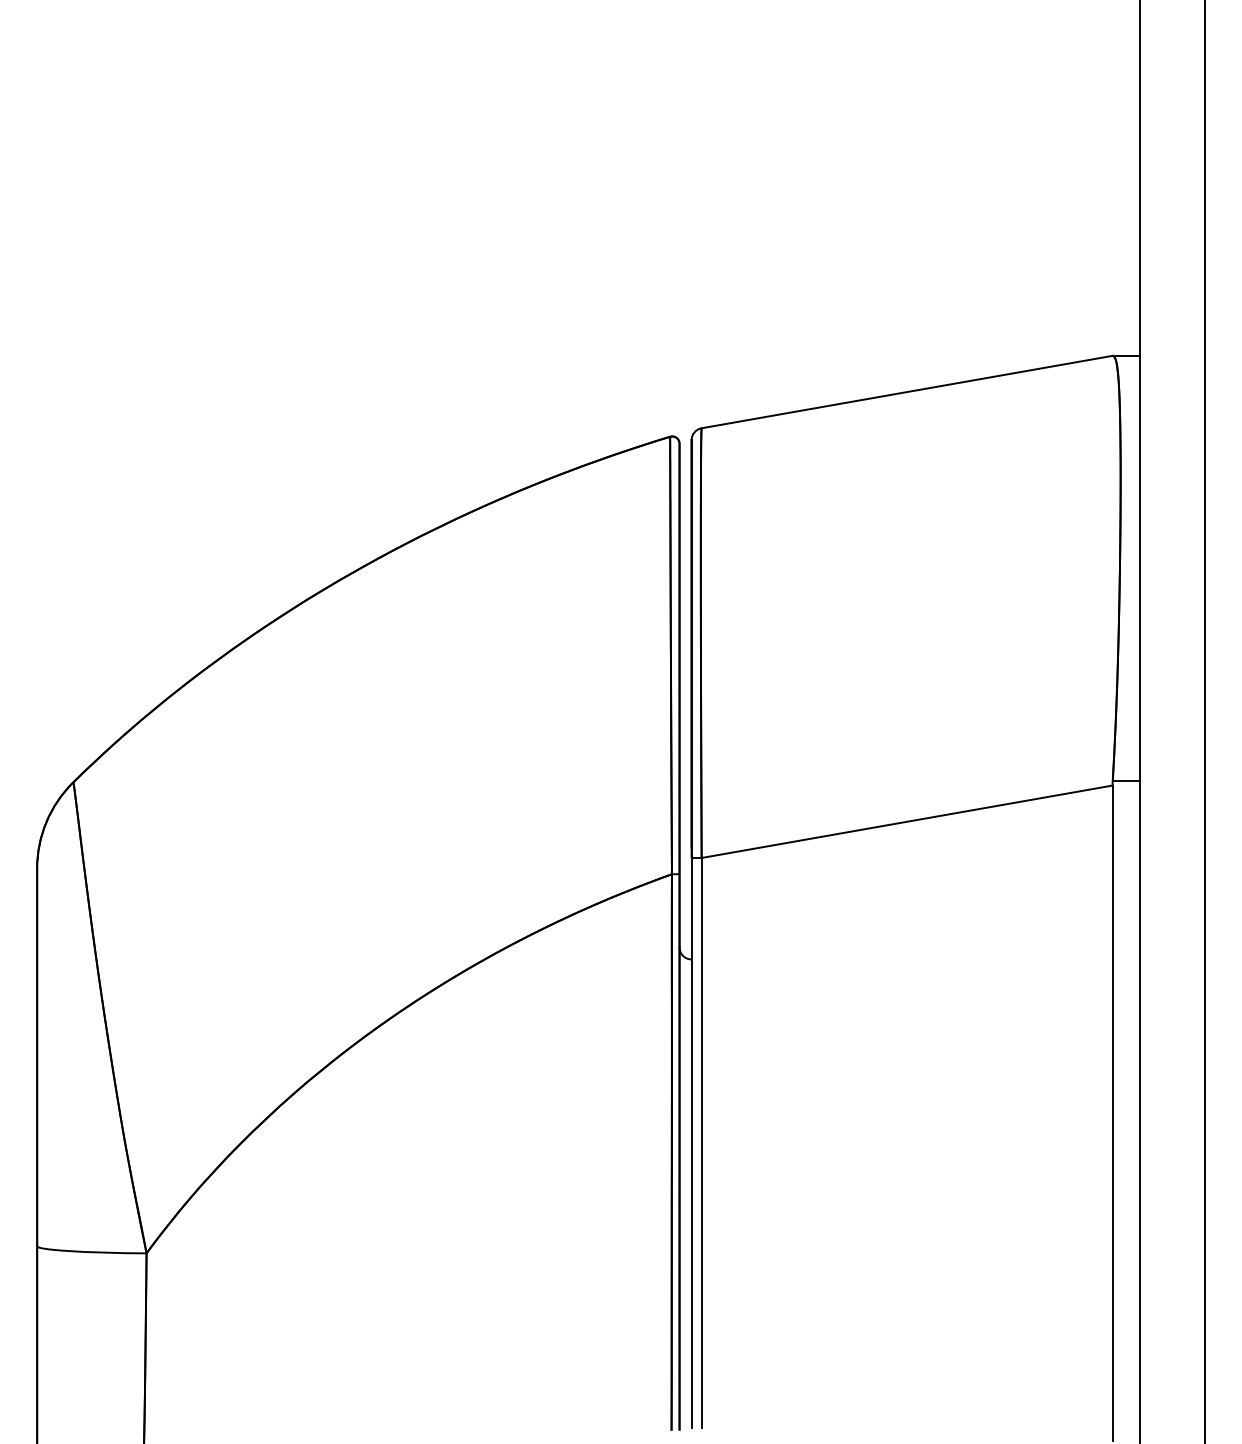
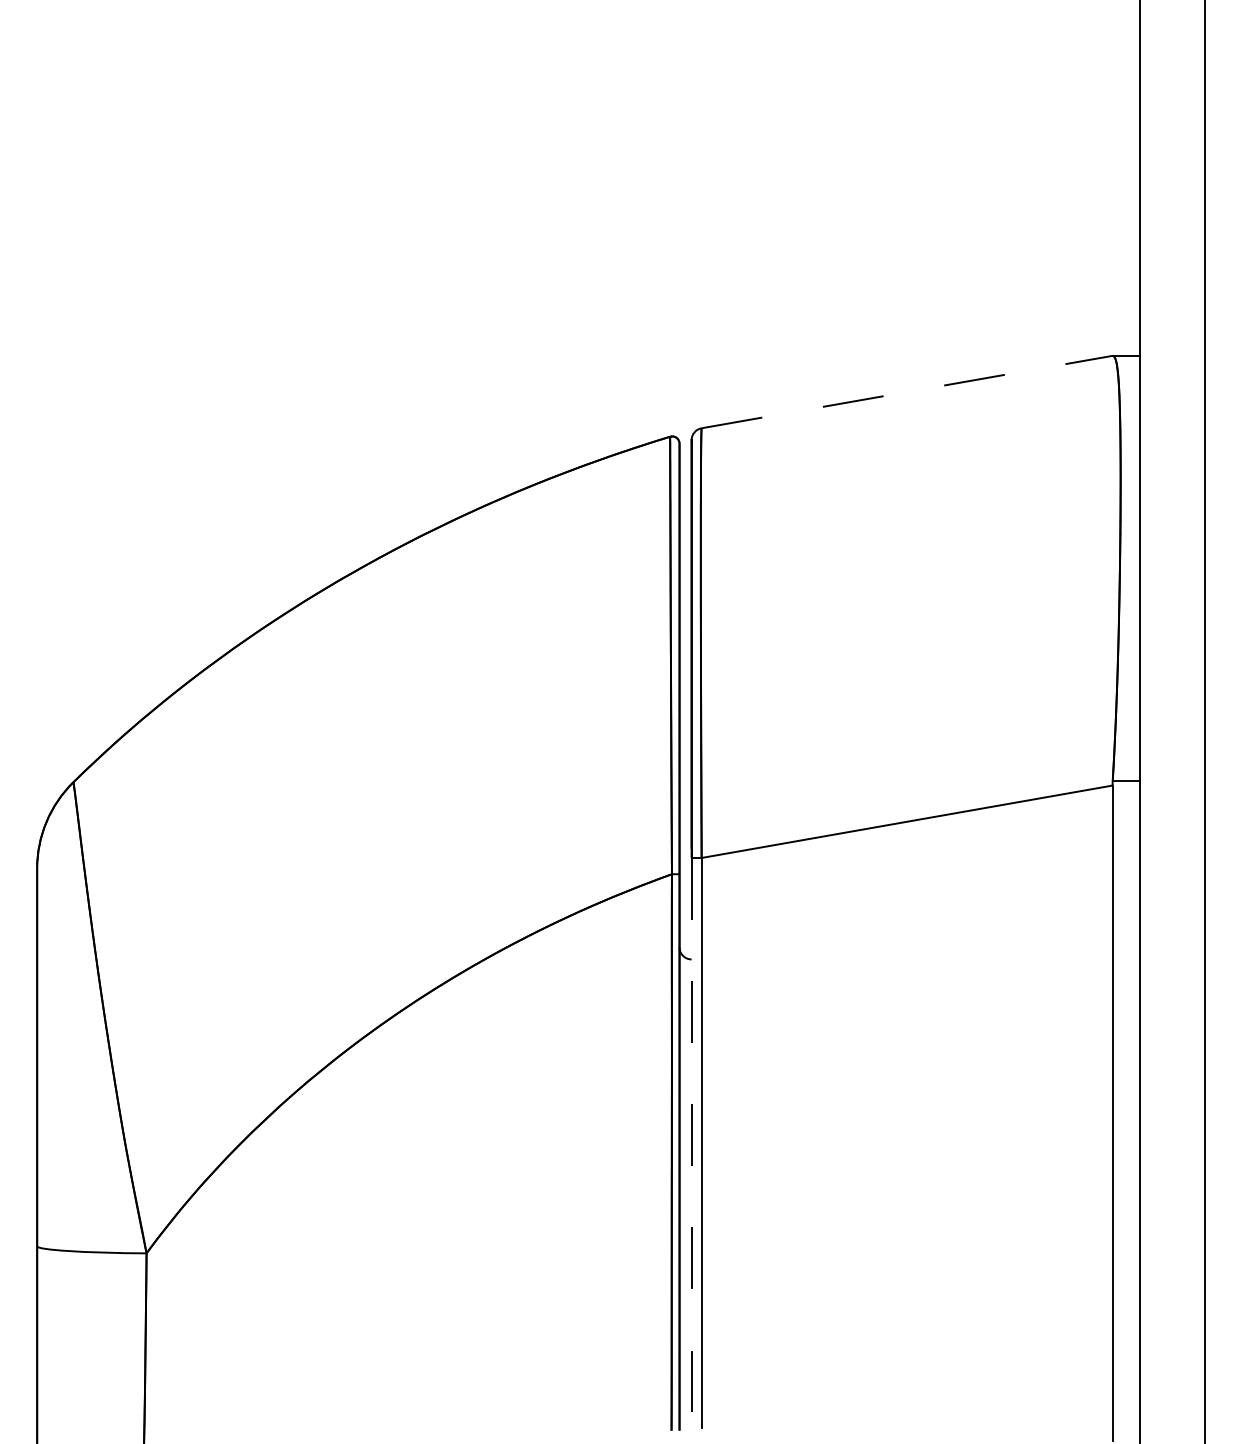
line at (907, 392): solid -> dashed
line at (691, 1143): solid -> dashed
